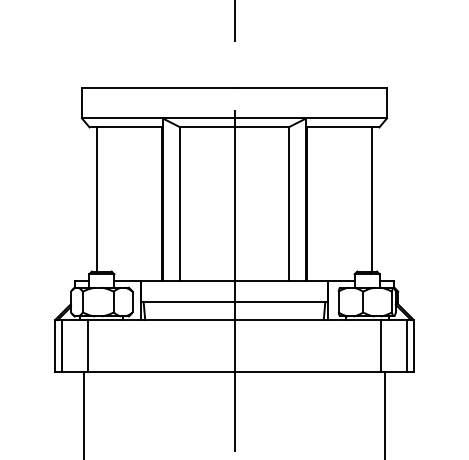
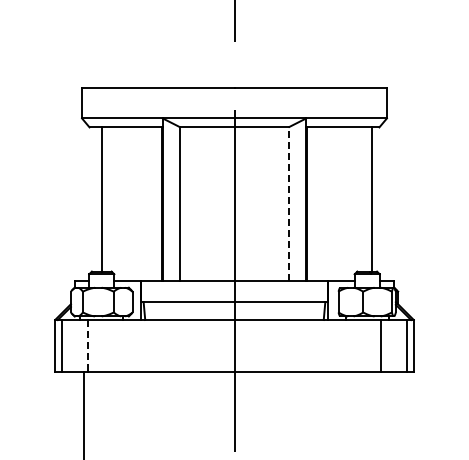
line at (96, 199) position: (96, 199) -> (101, 199)
line at (289, 203): solid -> dashed
line at (88, 346): solid -> dashed
line at (385, 414): present -> none
